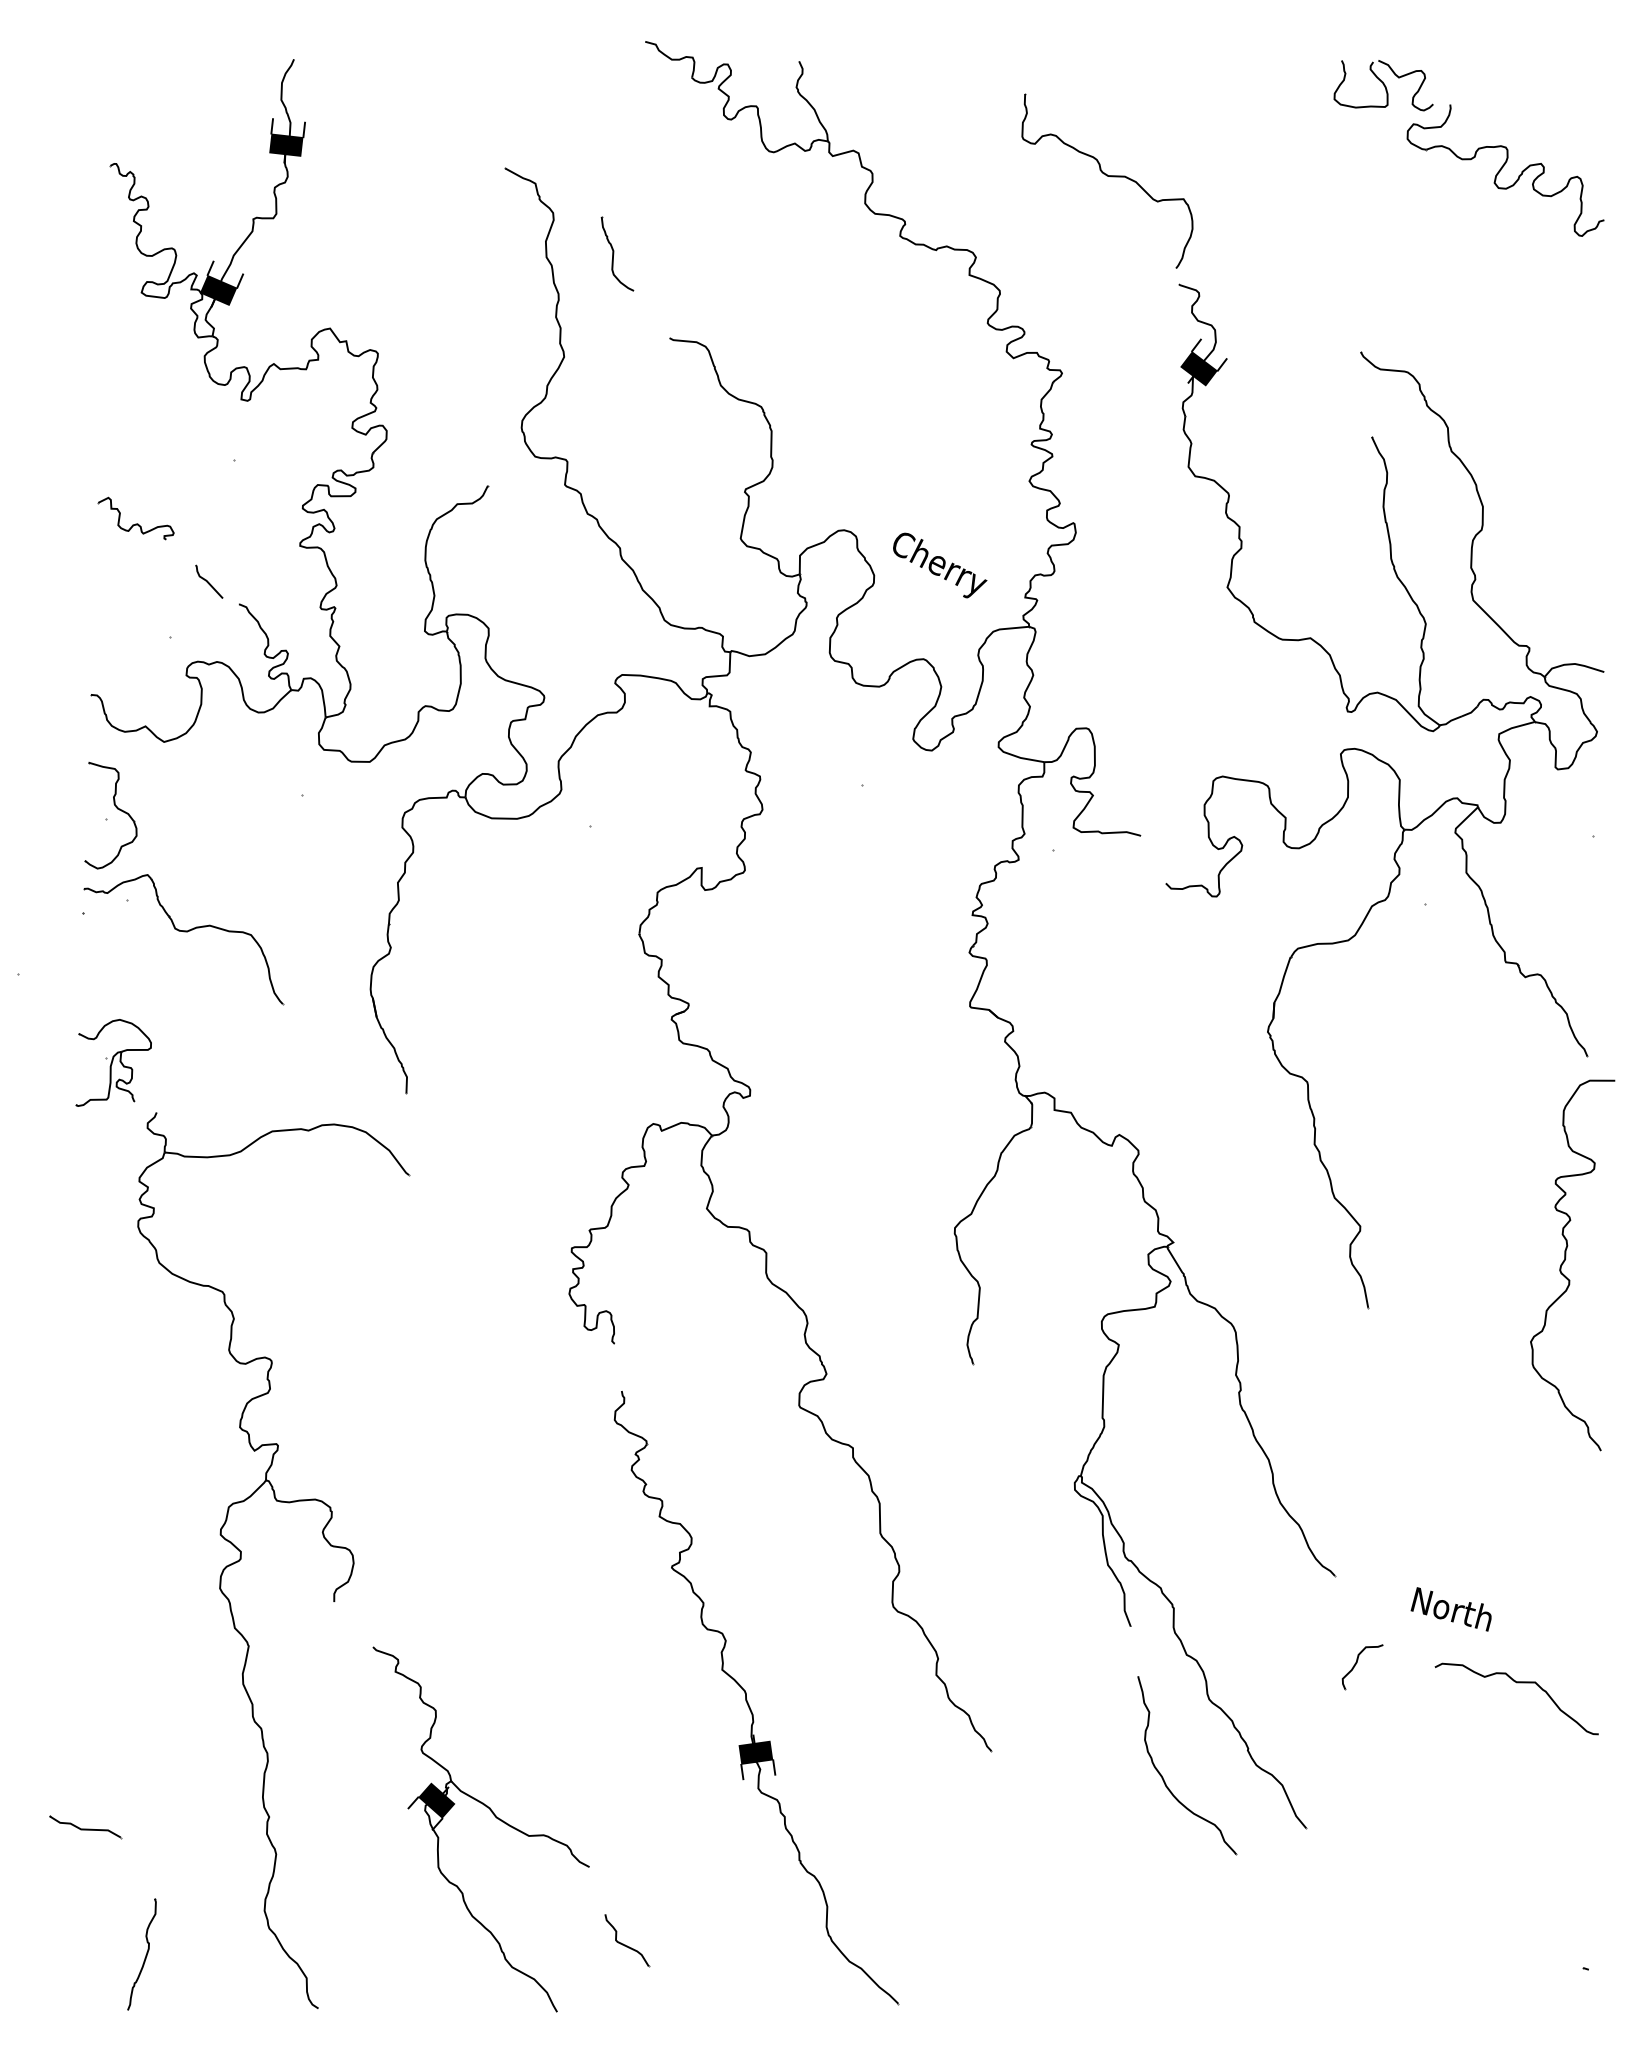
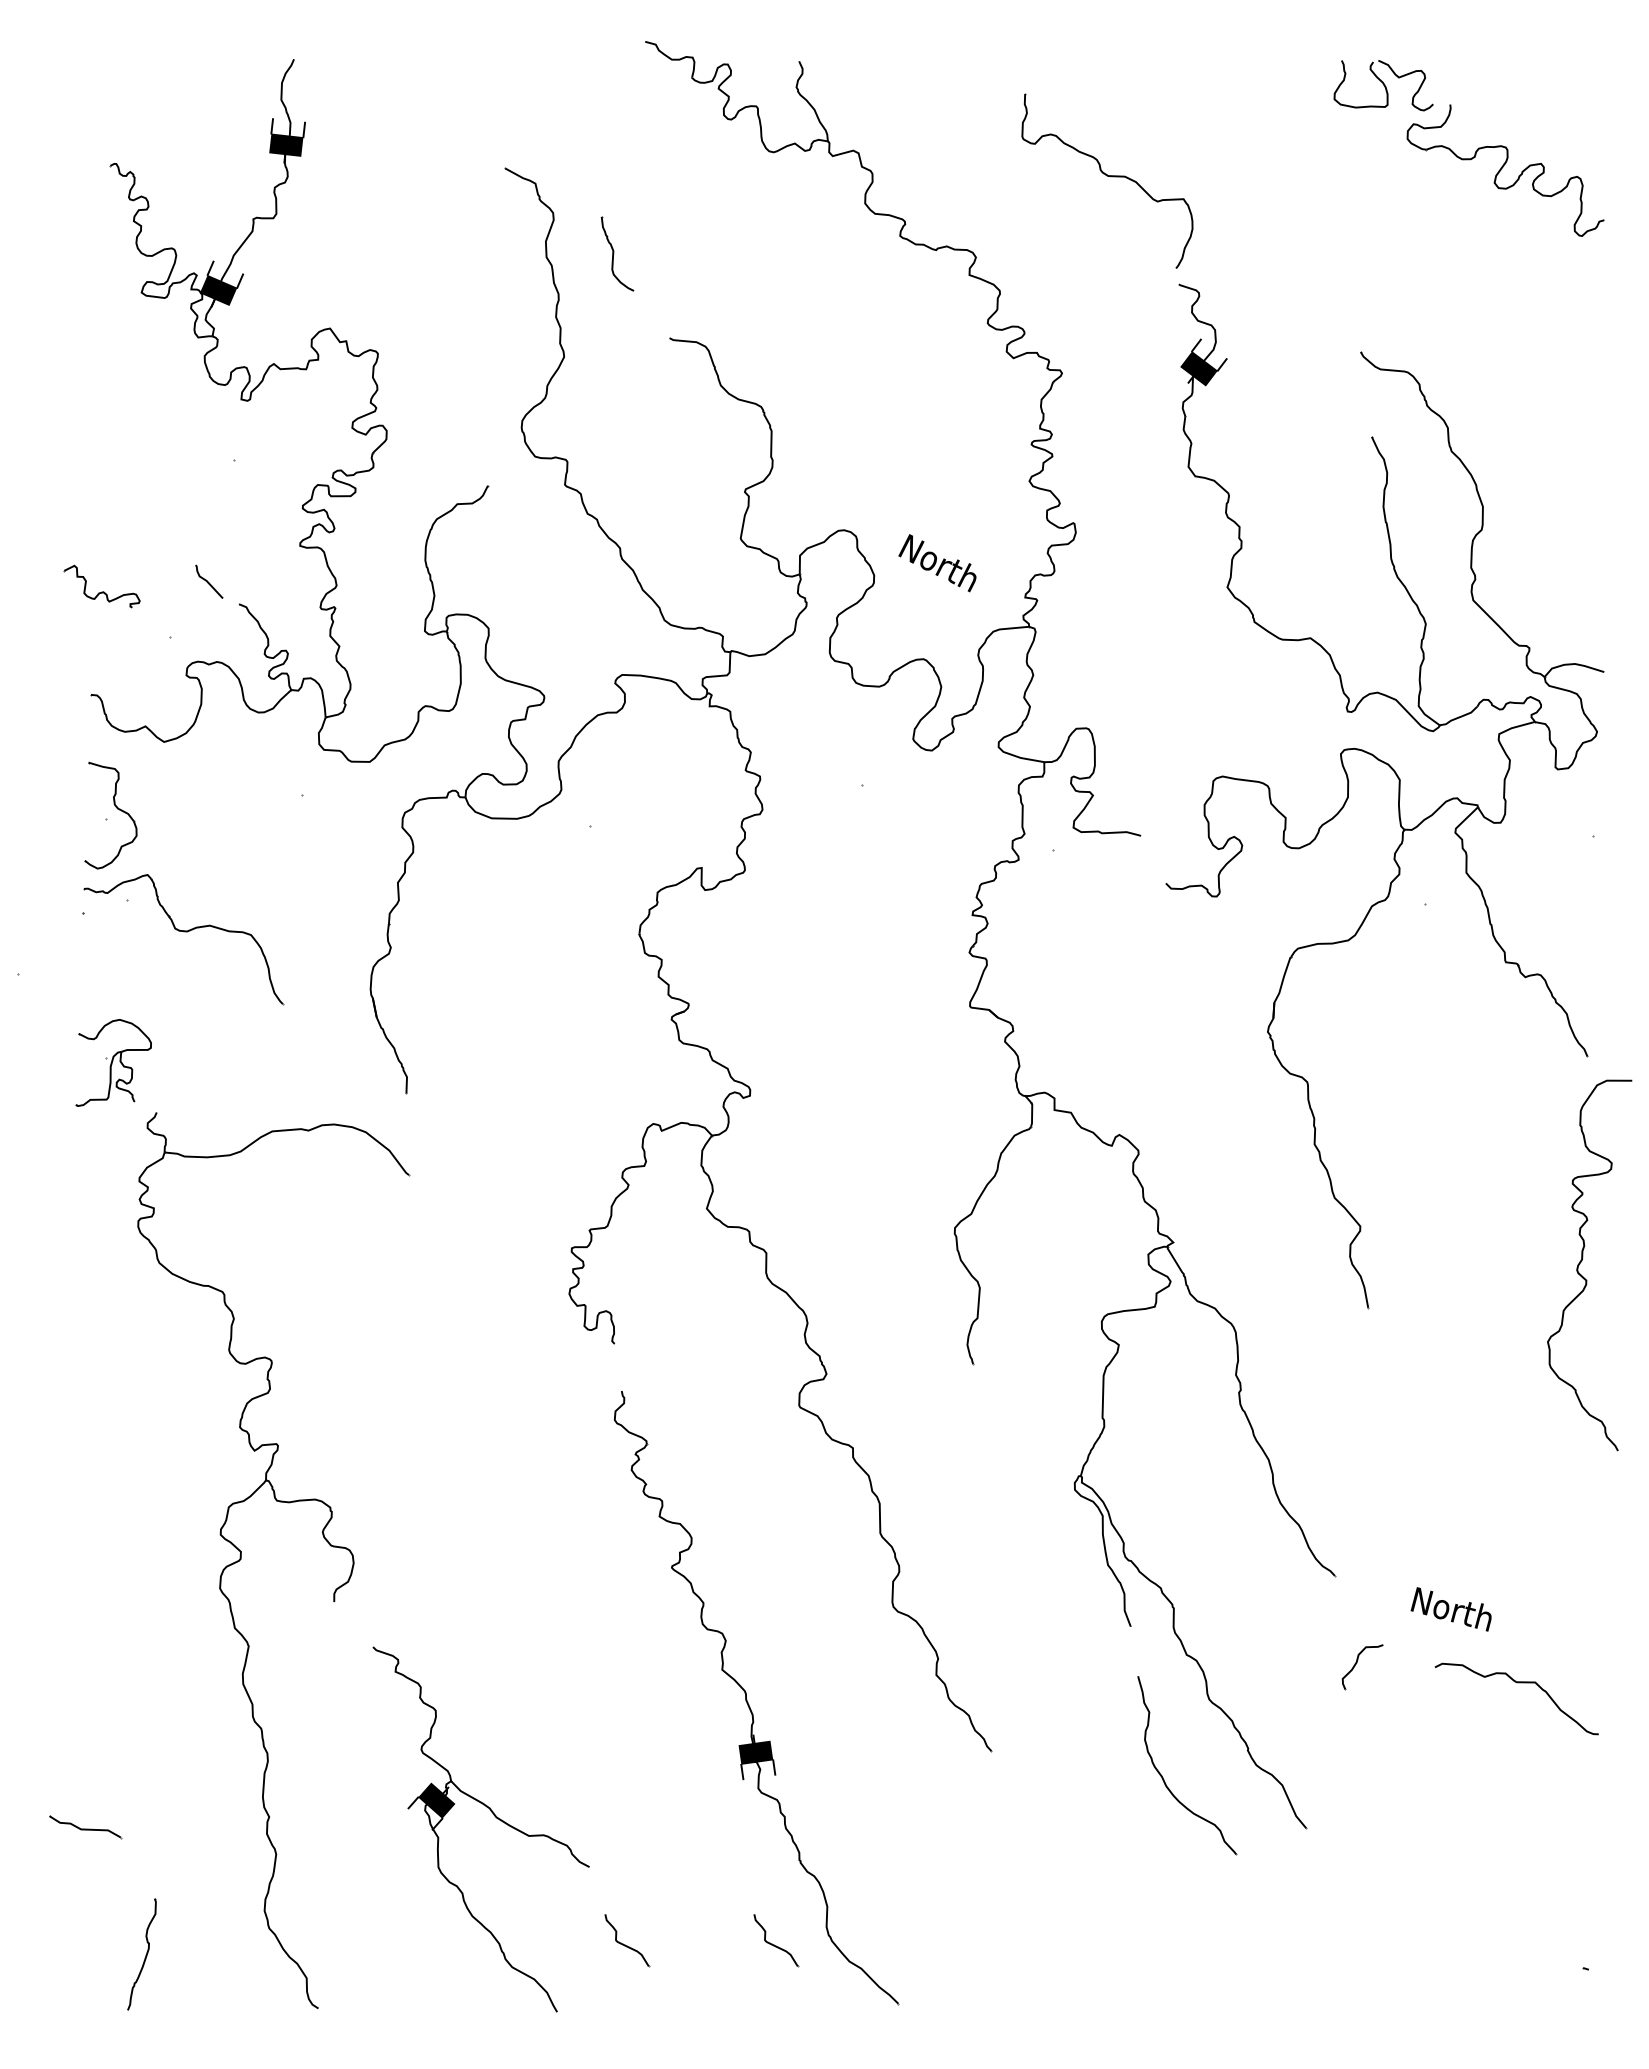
part at (135, 518) position: (135, 518) -> (101, 586)
text at (940, 565): Cherry -> North
part at (1564, 1262) position: (1564, 1262) -> (1581, 1262)
part at (776, 1940): none -> present
